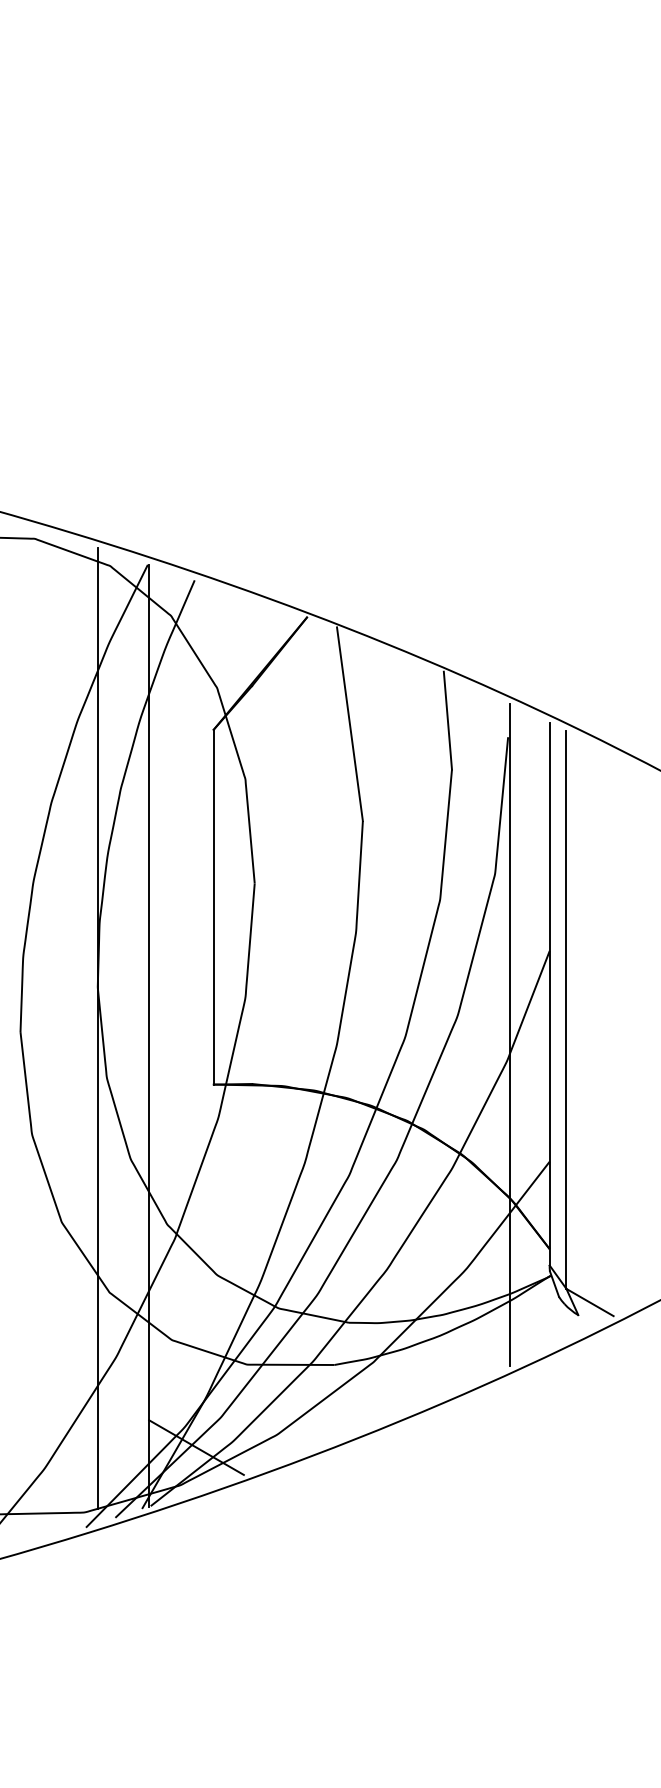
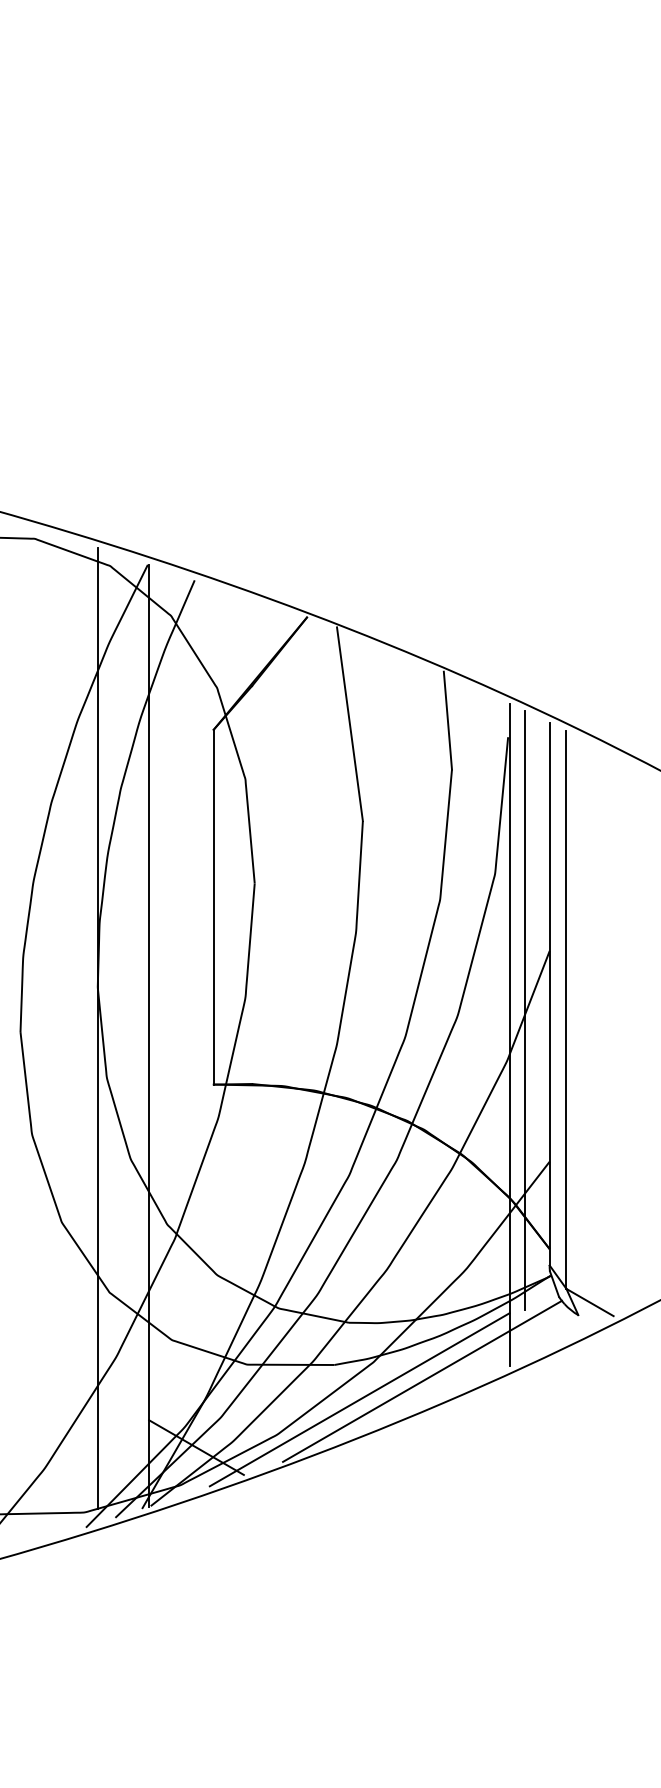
line at (525, 1010): none -> present
line at (422, 1380): none -> present
line at (359, 1399): none -> present
